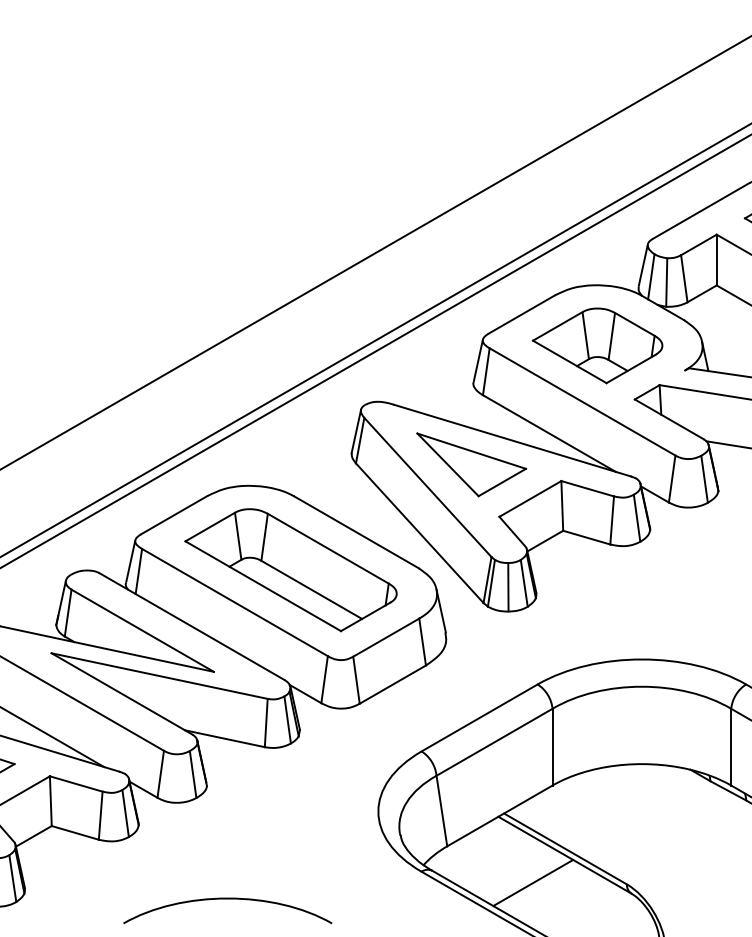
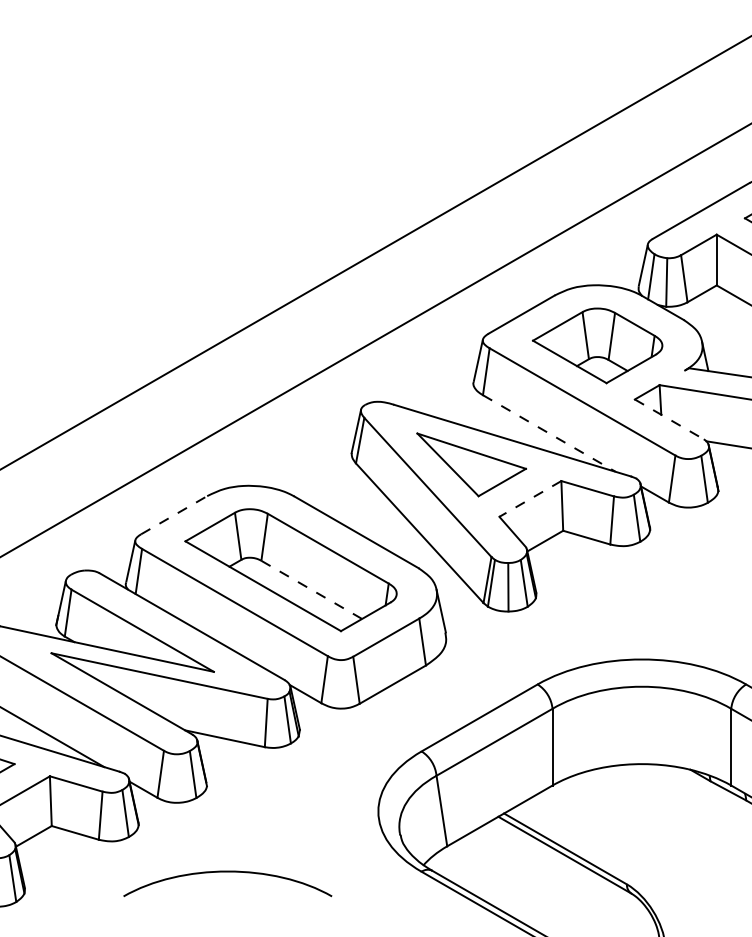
line at (375, 351): present -> none
line at (669, 419): solid -> dashed
line at (549, 433): solid -> dashed
line at (530, 498): solid -> dashed
line at (174, 514): solid -> dashed
line at (312, 590): solid -> dashed
line at (533, 882): present -> none
curve at (227, 899) position: (227, 899) -> (227, 872)
